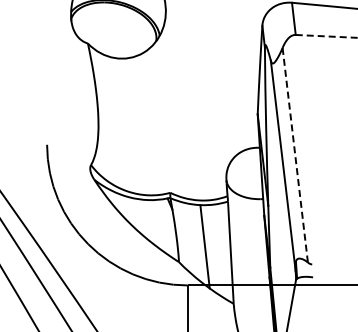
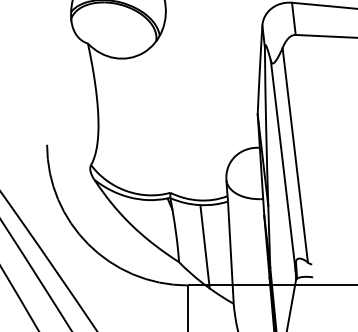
line at (326, 36): dashed -> solid
line at (295, 155): dashed -> solid
